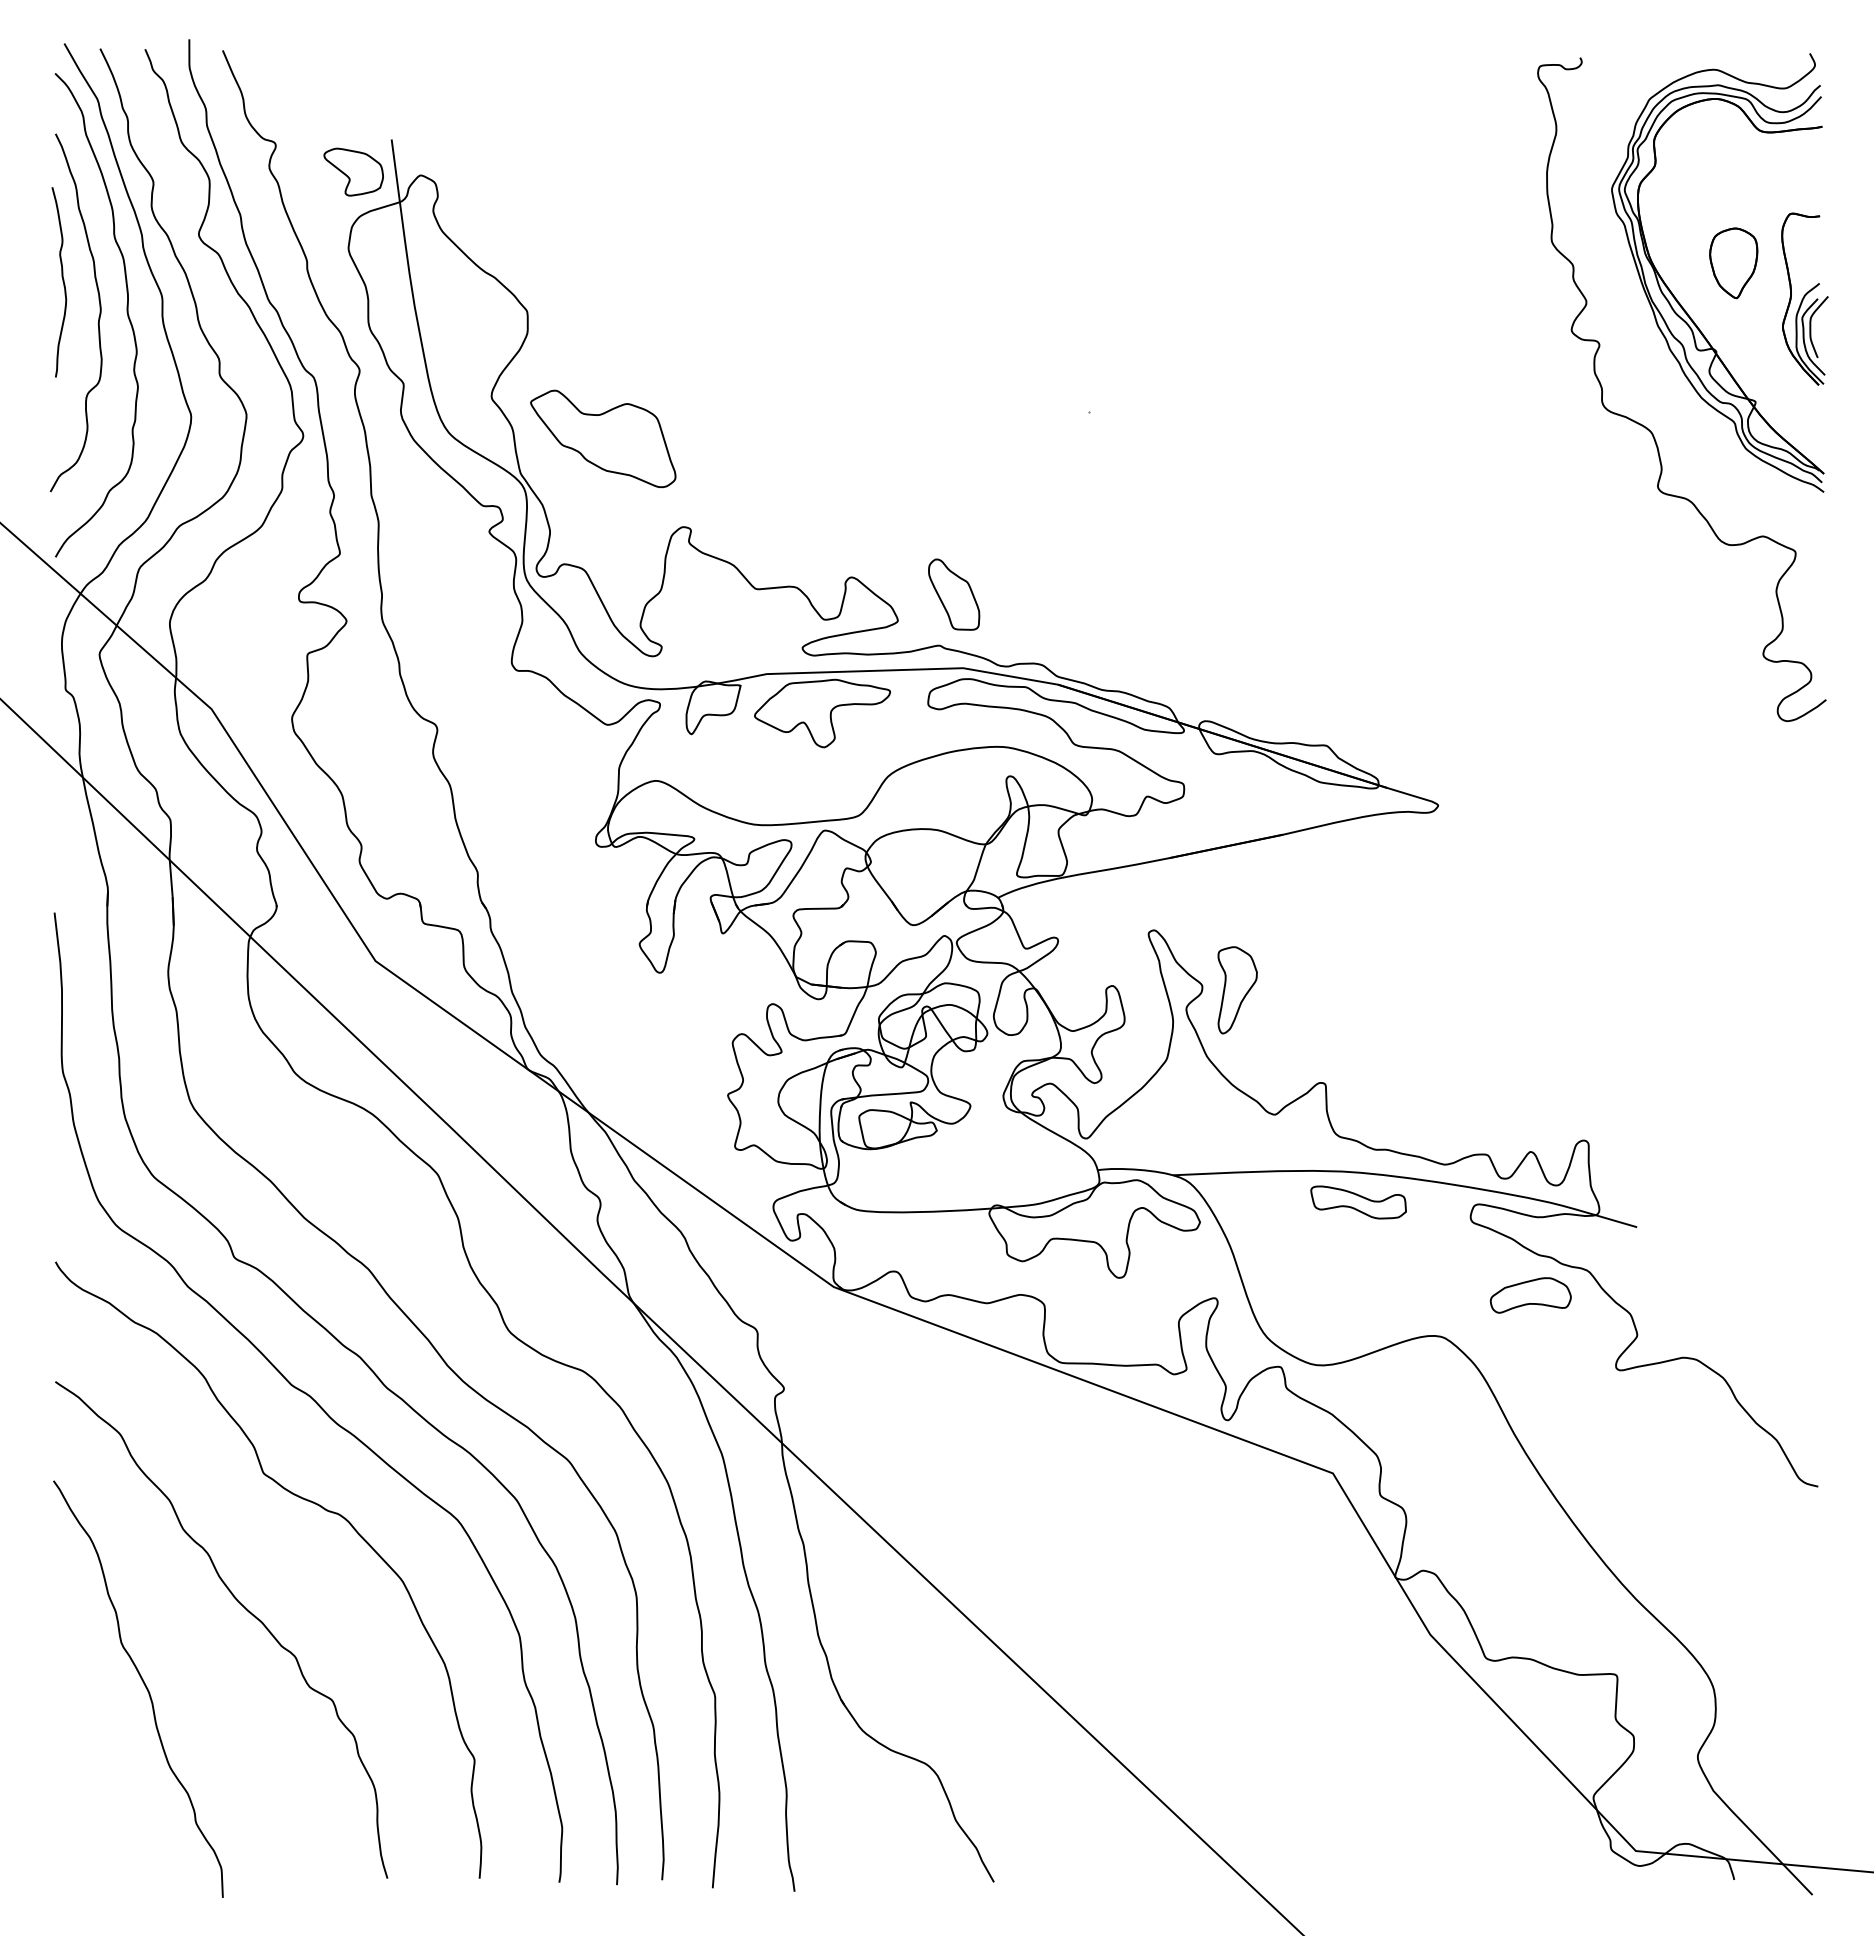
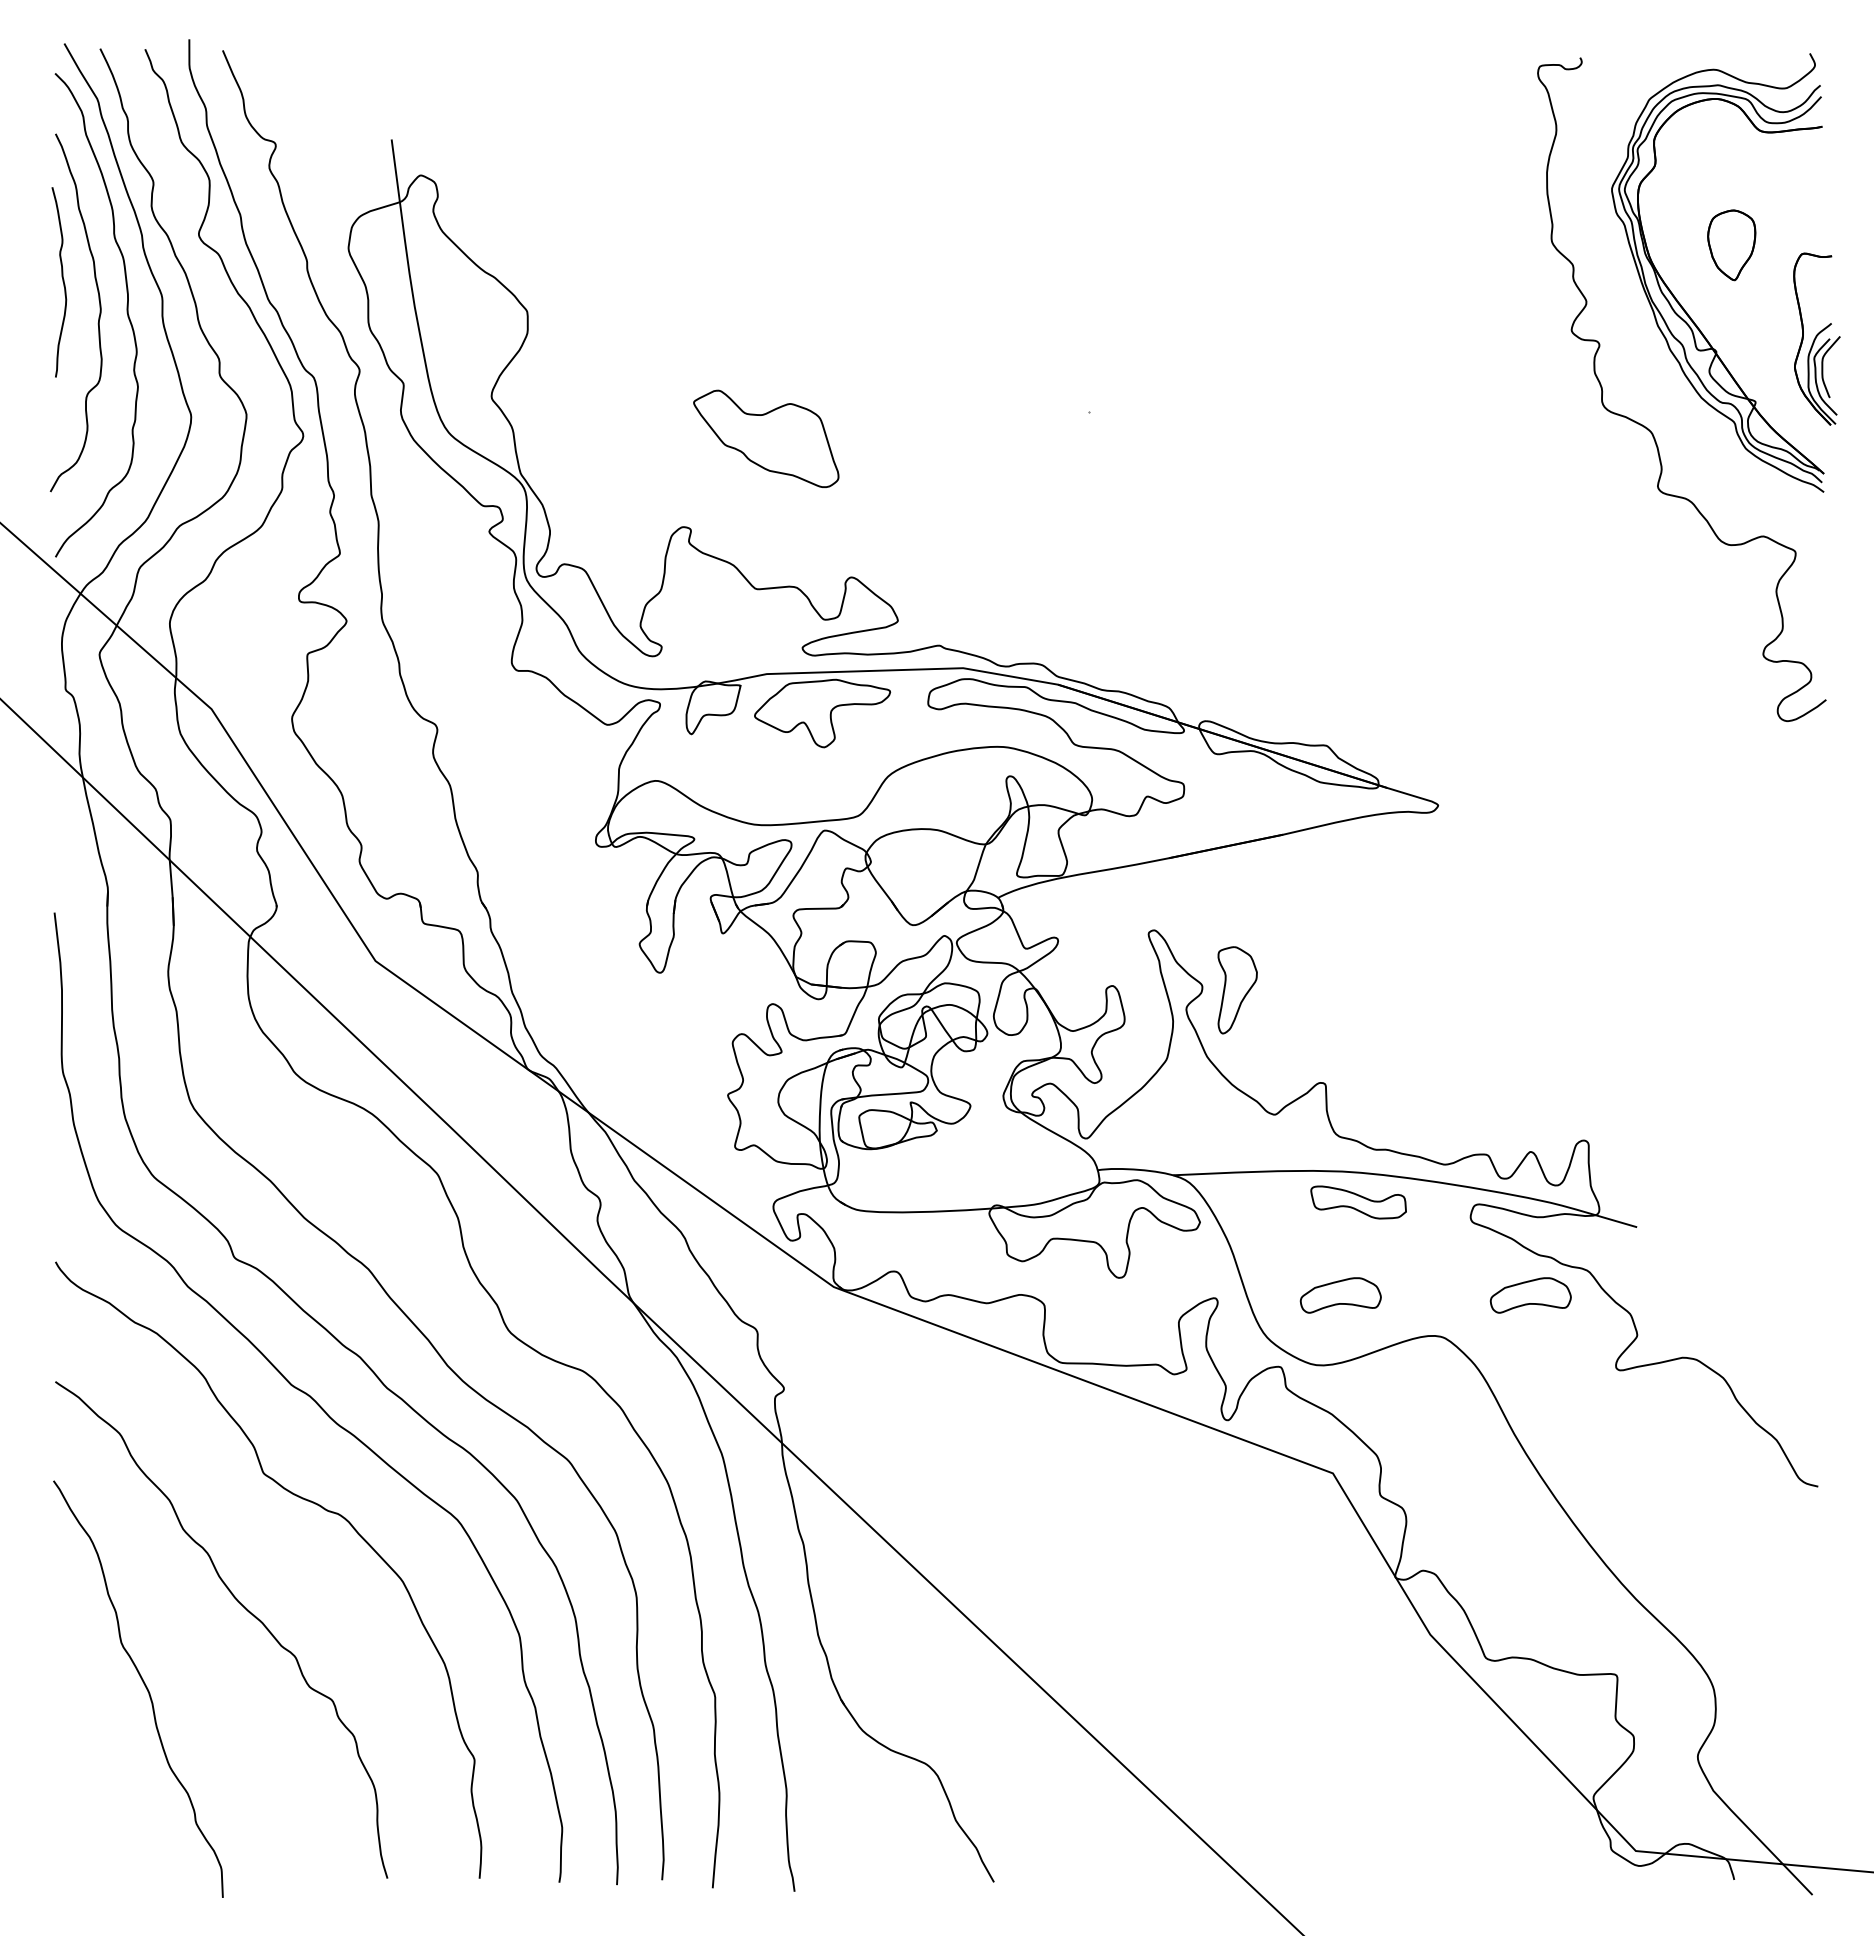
part at (353, 171): present -> none
part at (1733, 263) position: (1733, 263) -> (1731, 245)
part at (1804, 298) position: (1804, 298) -> (1816, 338)
part at (603, 438) position: (603, 438) -> (766, 438)
part at (954, 594): present -> none
part at (1340, 1295): none -> present
